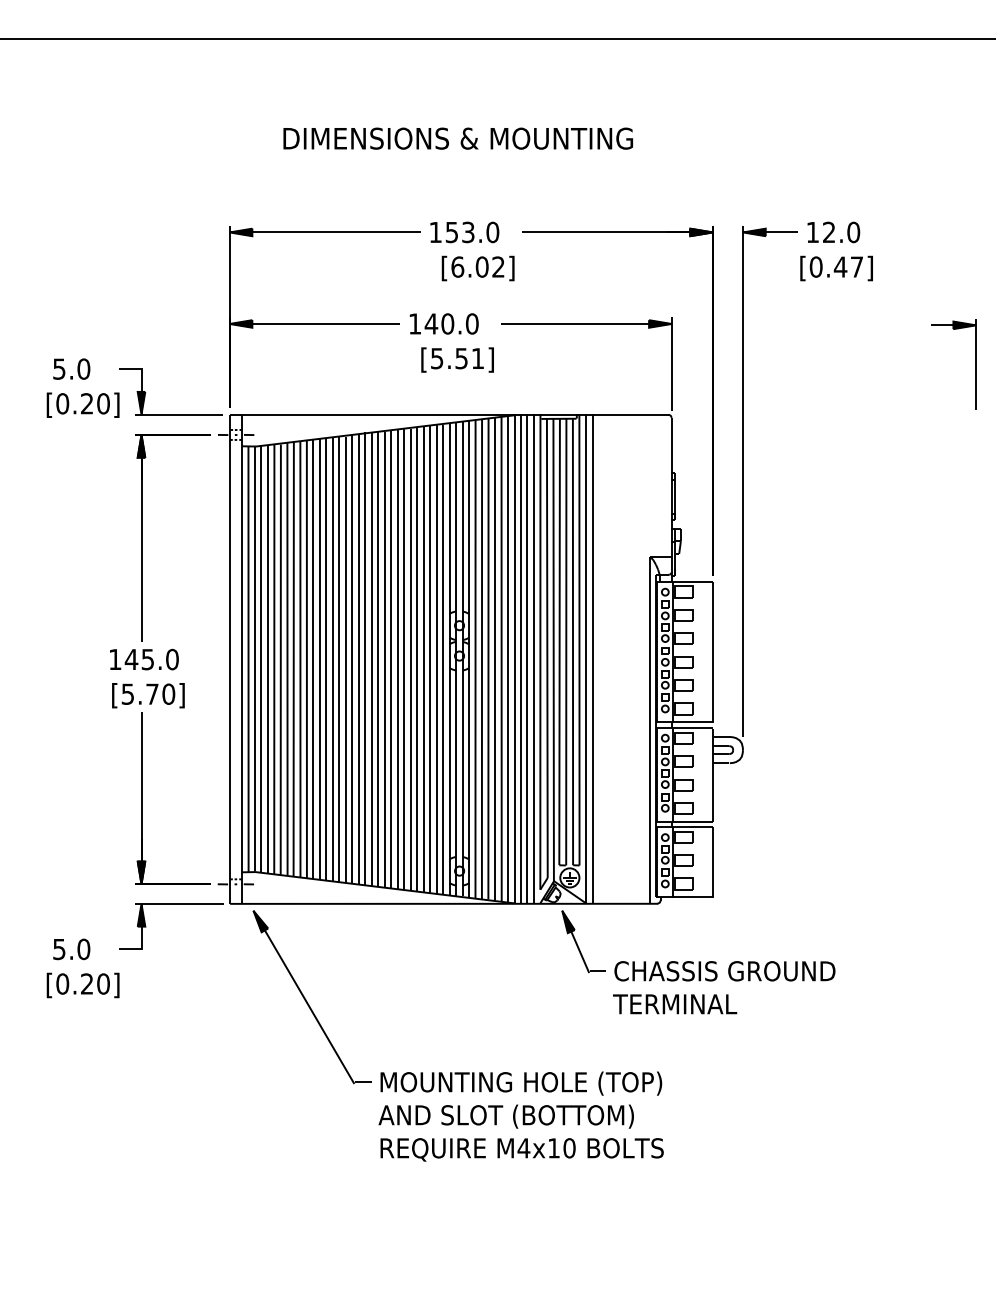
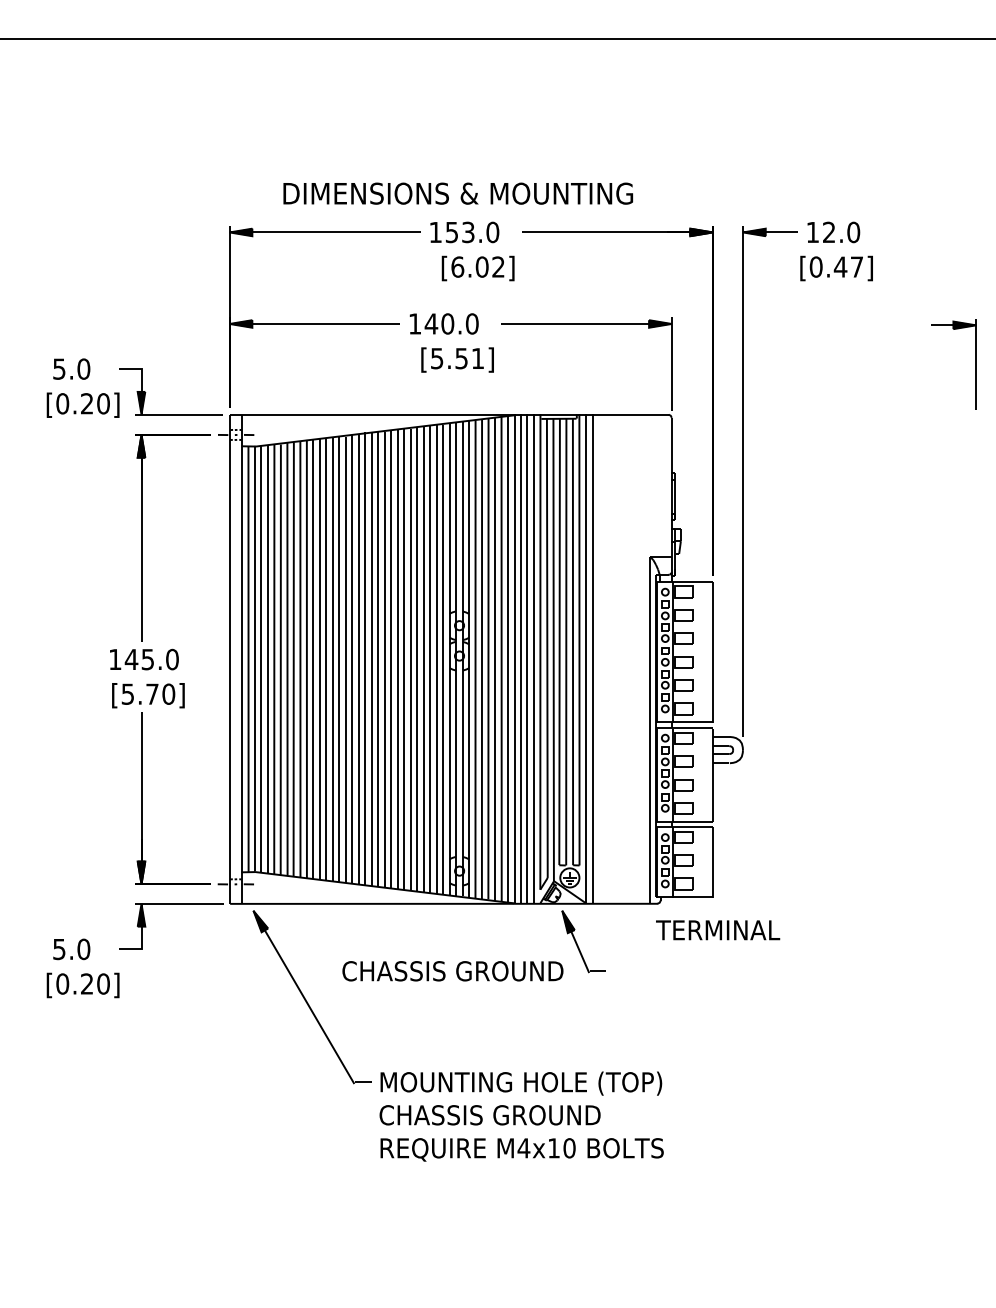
text at (458, 138) position: (458, 138) -> (458, 193)
text at (724, 971) position: (724, 971) -> (452, 971)
text at (675, 1004) position: (675, 1004) -> (718, 930)
text at (505, 1116): AND SLOT (BOTTOM) -> CHASSIS GROUND
